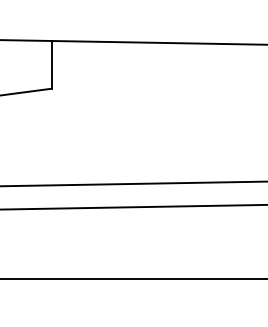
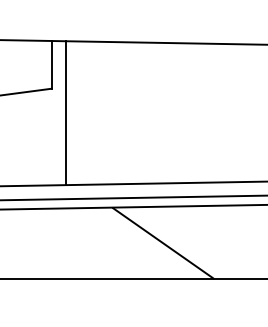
line at (65, 113): none -> present
line at (133, 197): none -> present
hatch at (163, 243): none -> present
